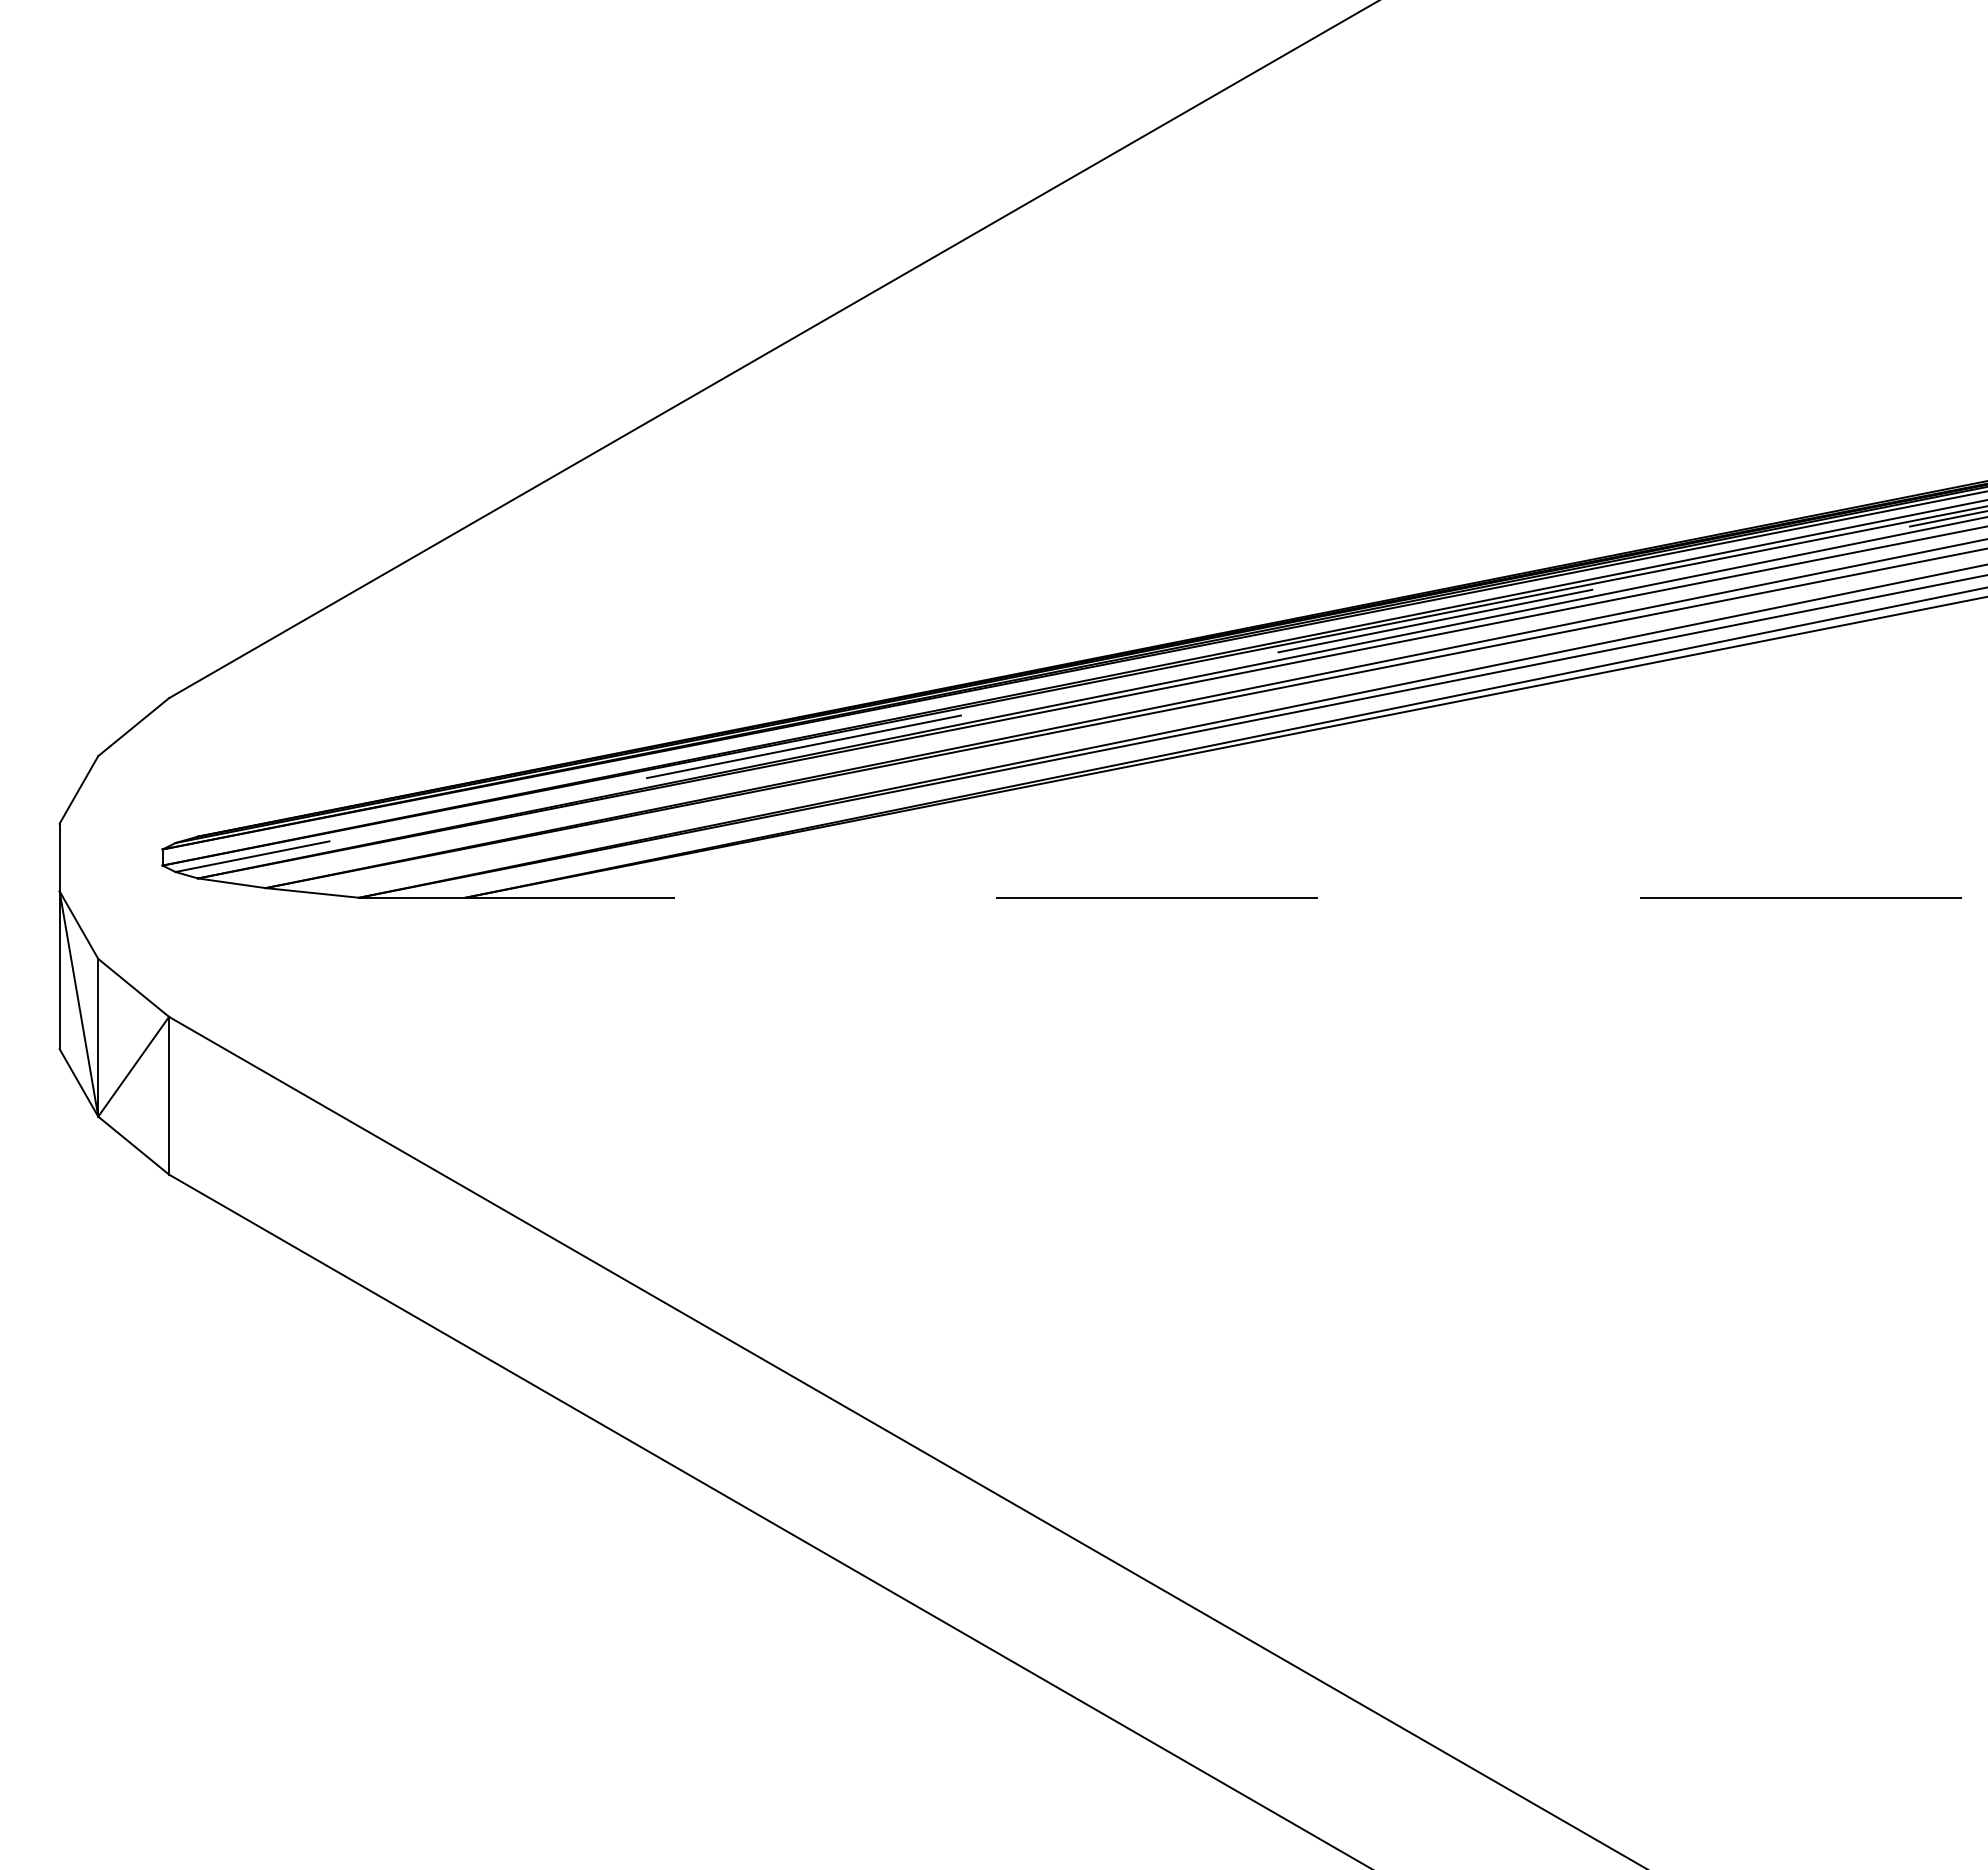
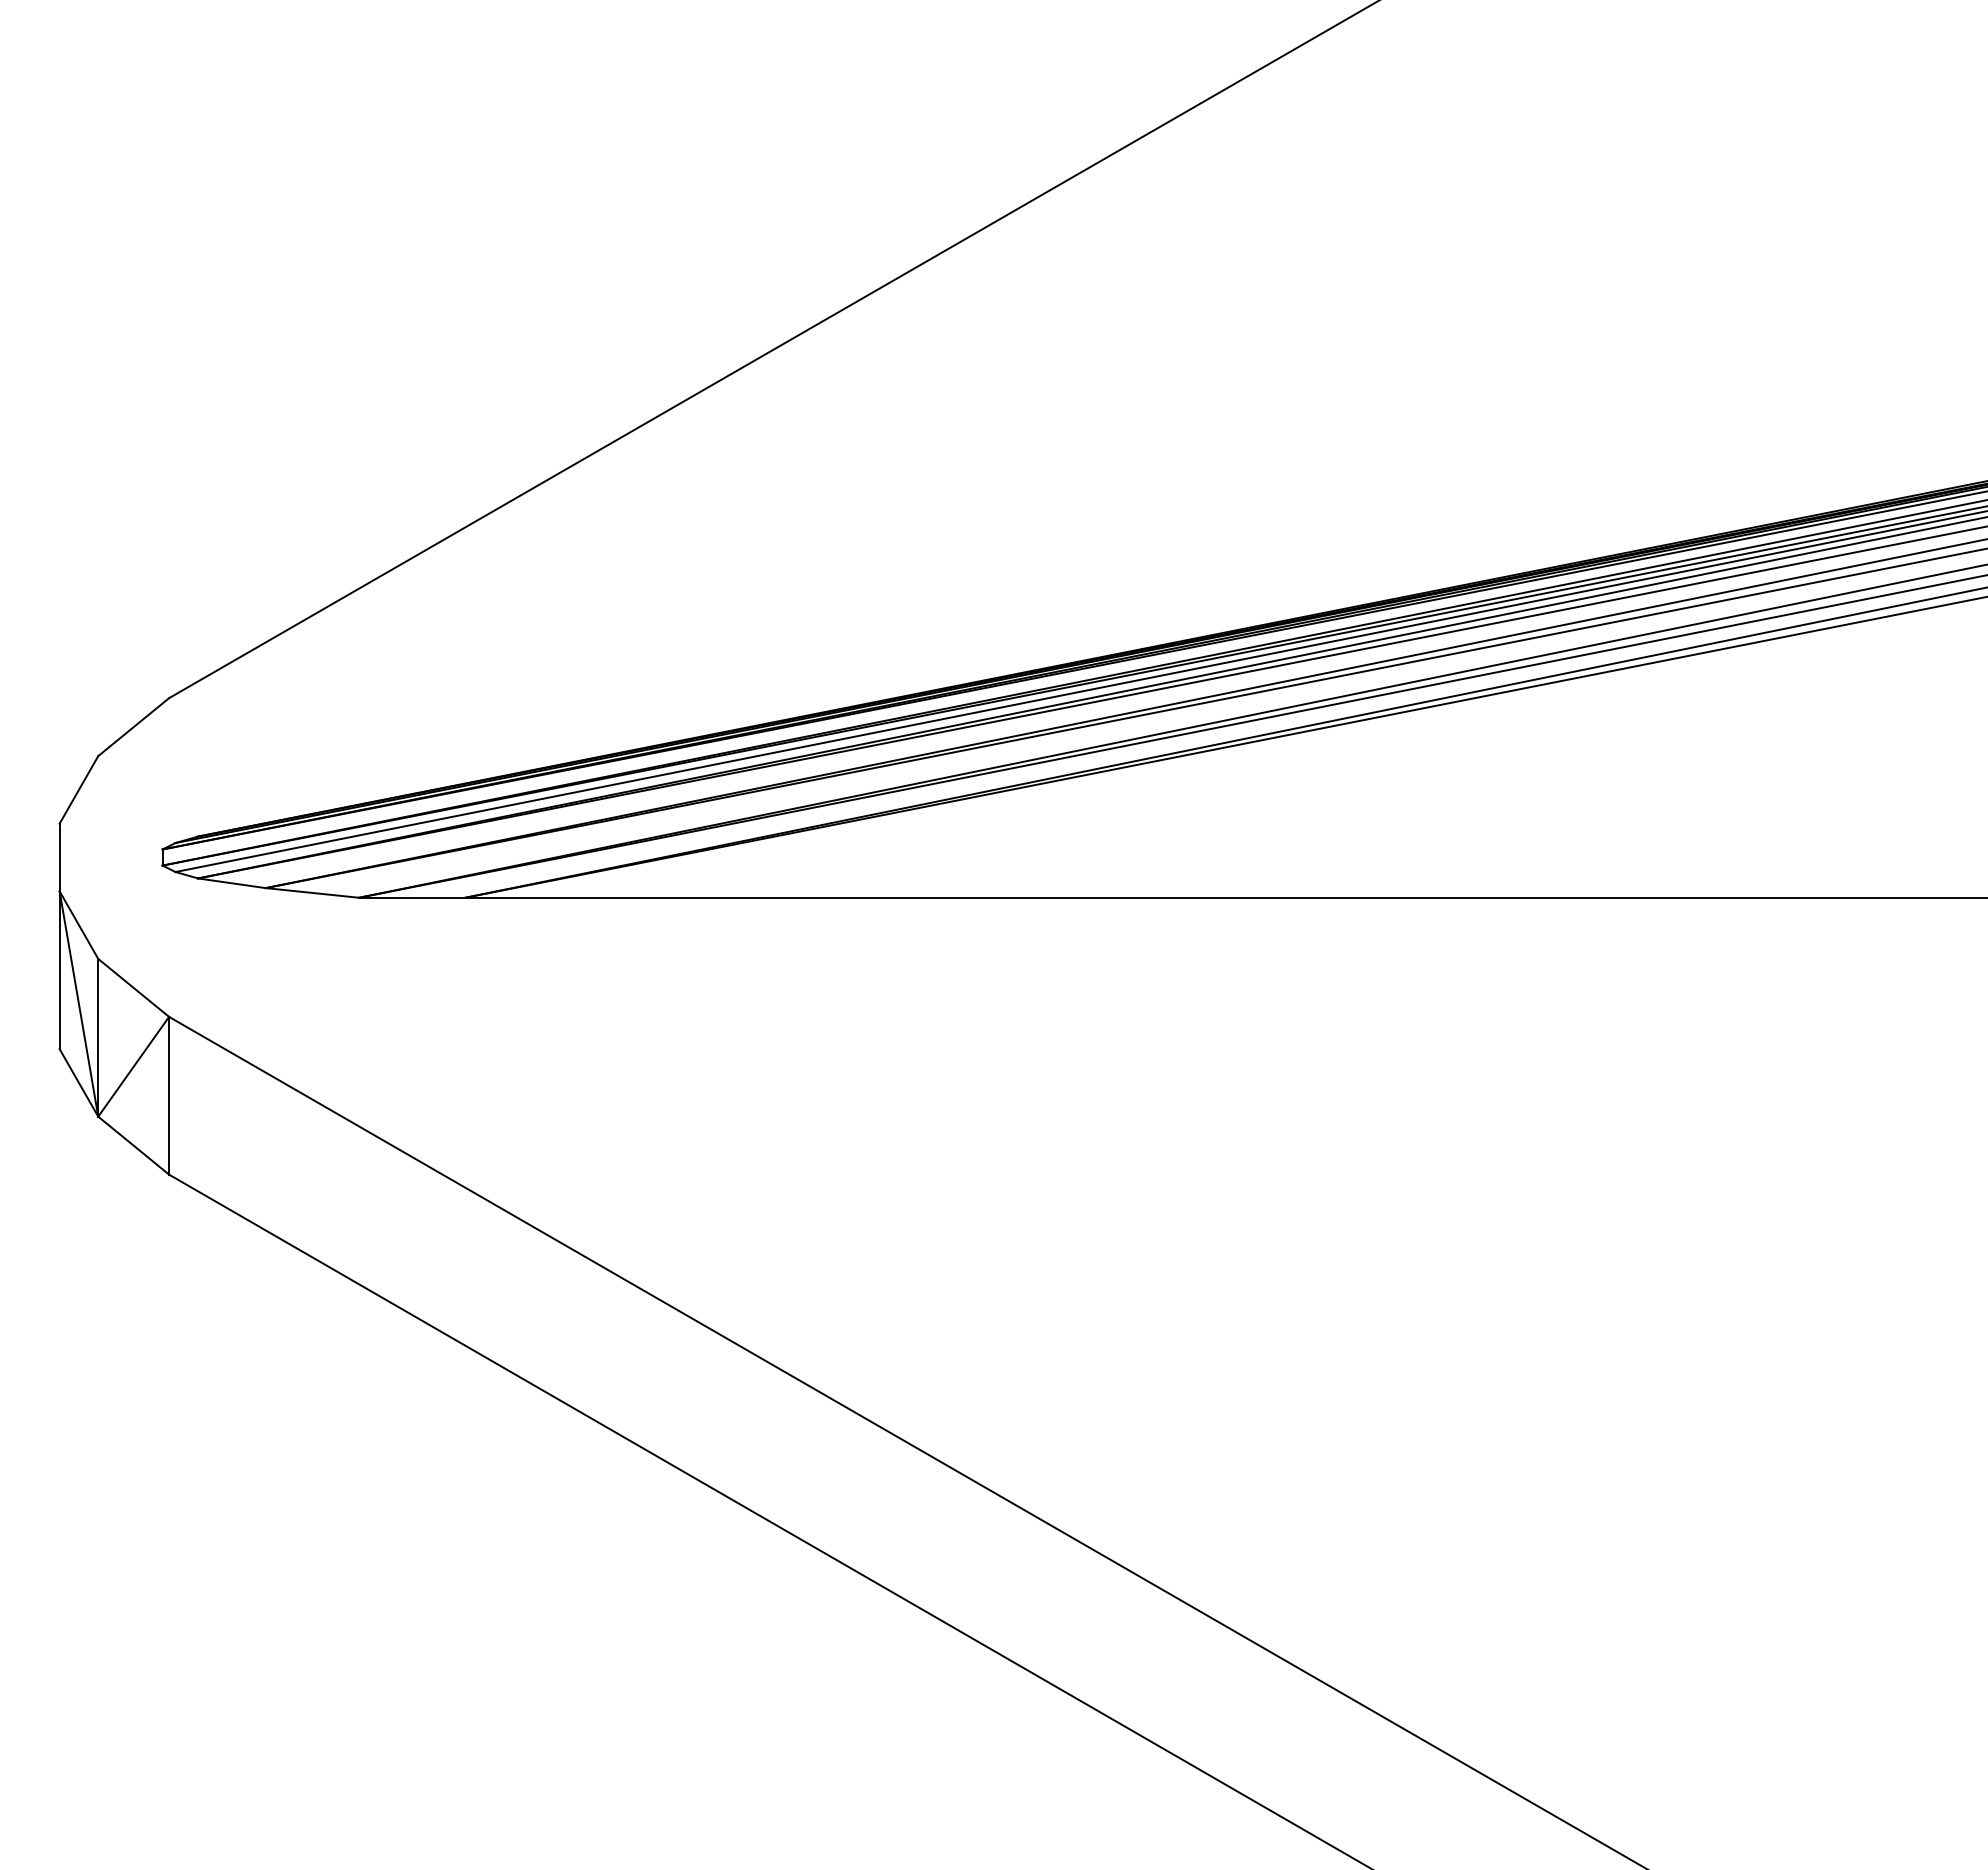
line at (1081, 691): dashed -> solid
line at (1226, 897): dashed -> solid
